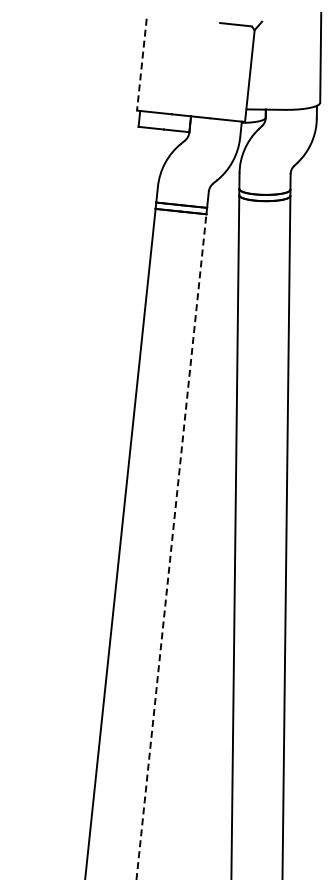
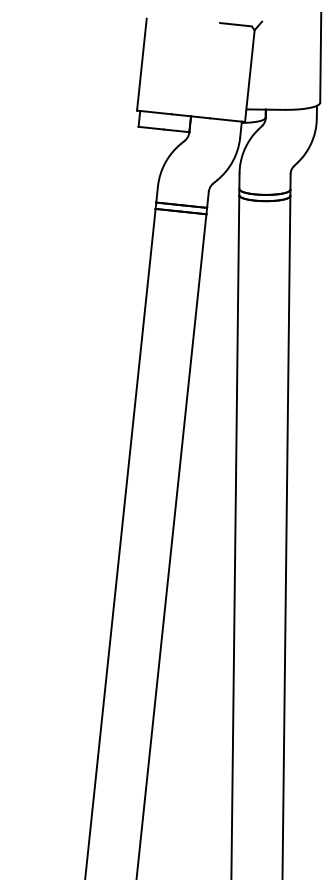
line at (141, 65): dashed -> solid
line at (171, 546): dashed -> solid
